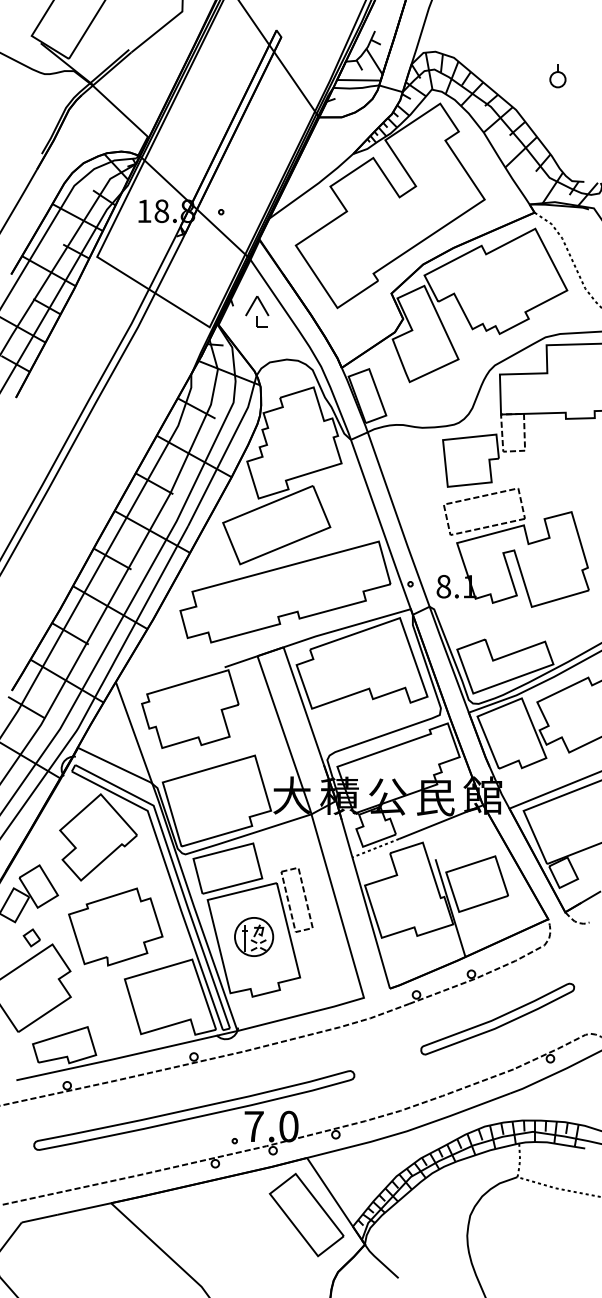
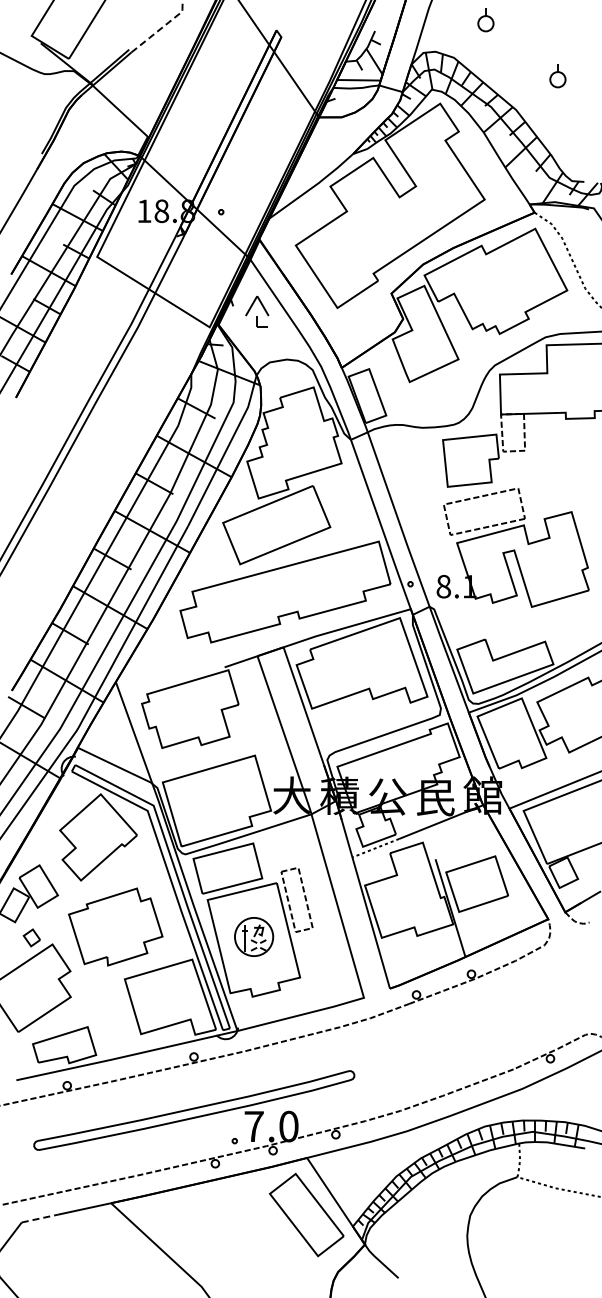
part at (485, 20): none -> present
line at (161, 28): solid -> dashed
part at (497, 1018): present -> none
line at (40, 1218): solid -> dashed
